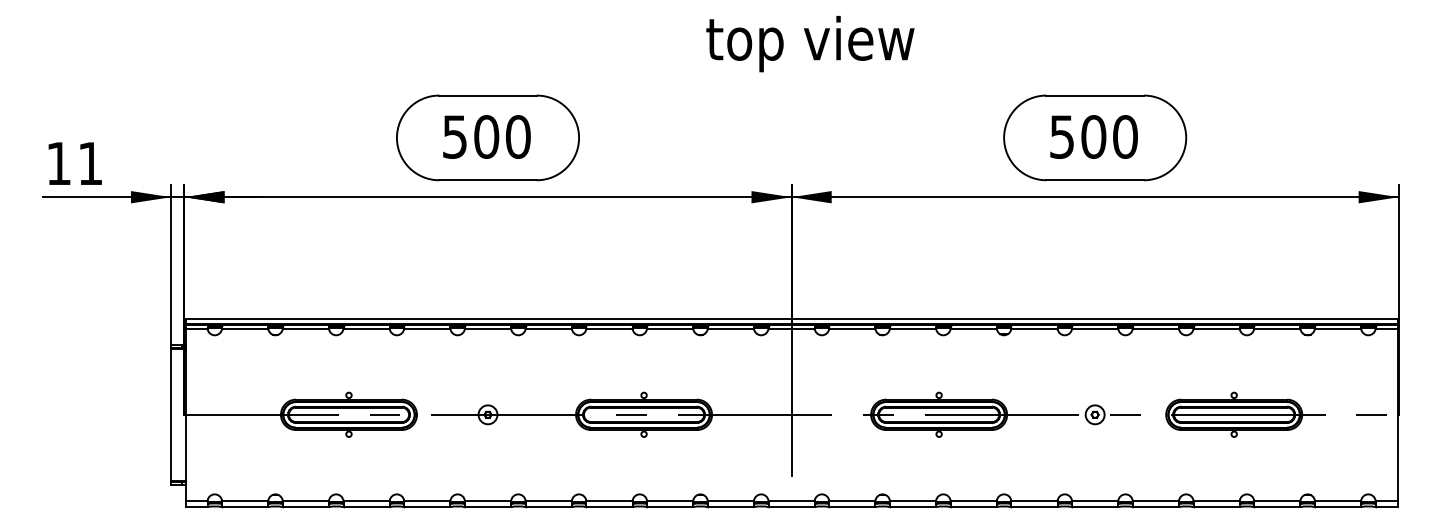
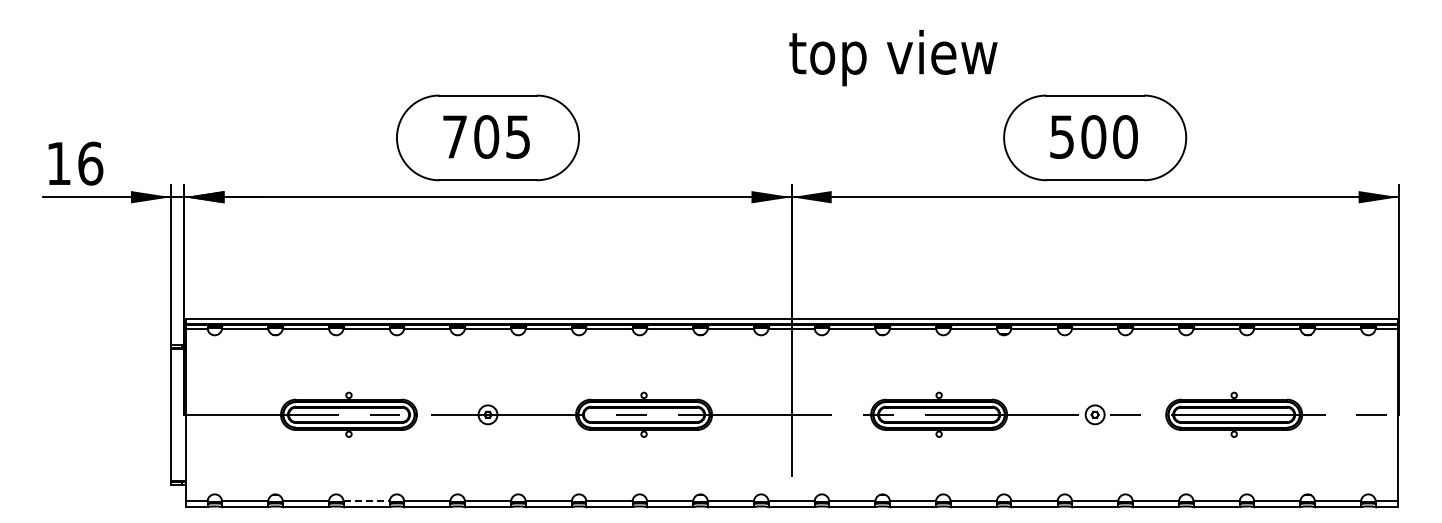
text at (810, 44) position: (810, 44) -> (893, 58)
text at (486, 136): 500 -> 705
text at (90, 163): 11 -> 16
line at (367, 501): solid -> dashed
